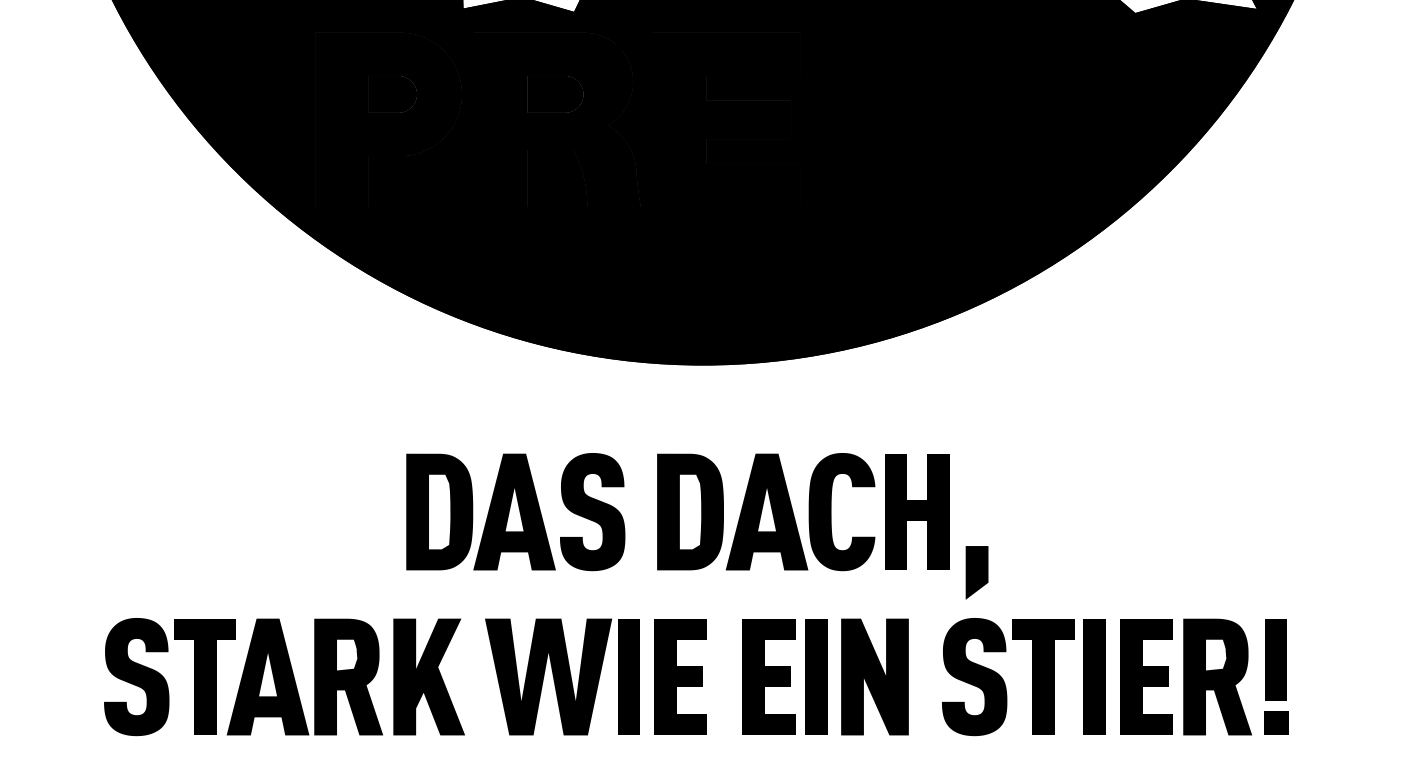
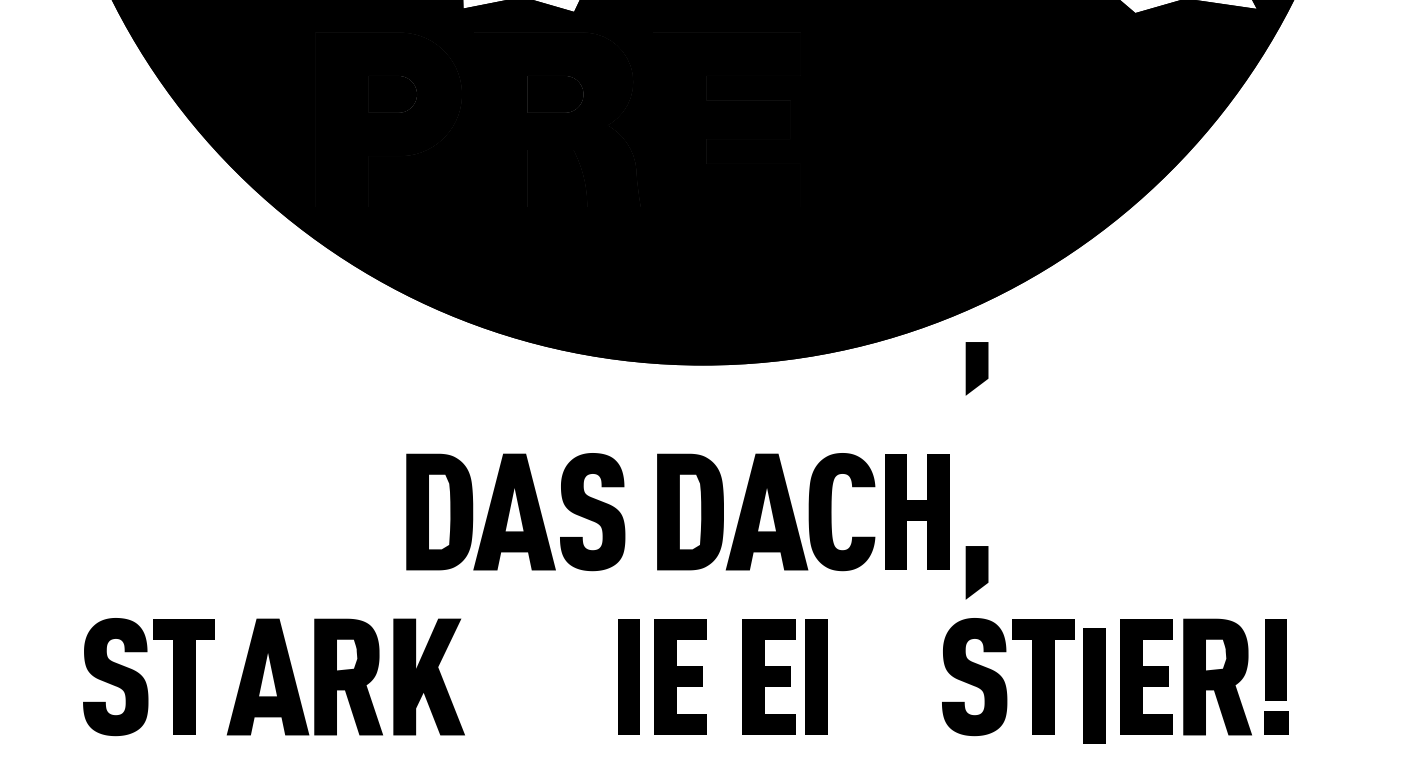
part at (976, 368): none -> present
fill at (548, 676): present -> none
fill at (874, 676): present -> none
part at (1094, 676) position: (1094, 676) -> (1094, 685)
part at (169, 677) position: (169, 677) -> (148, 677)
